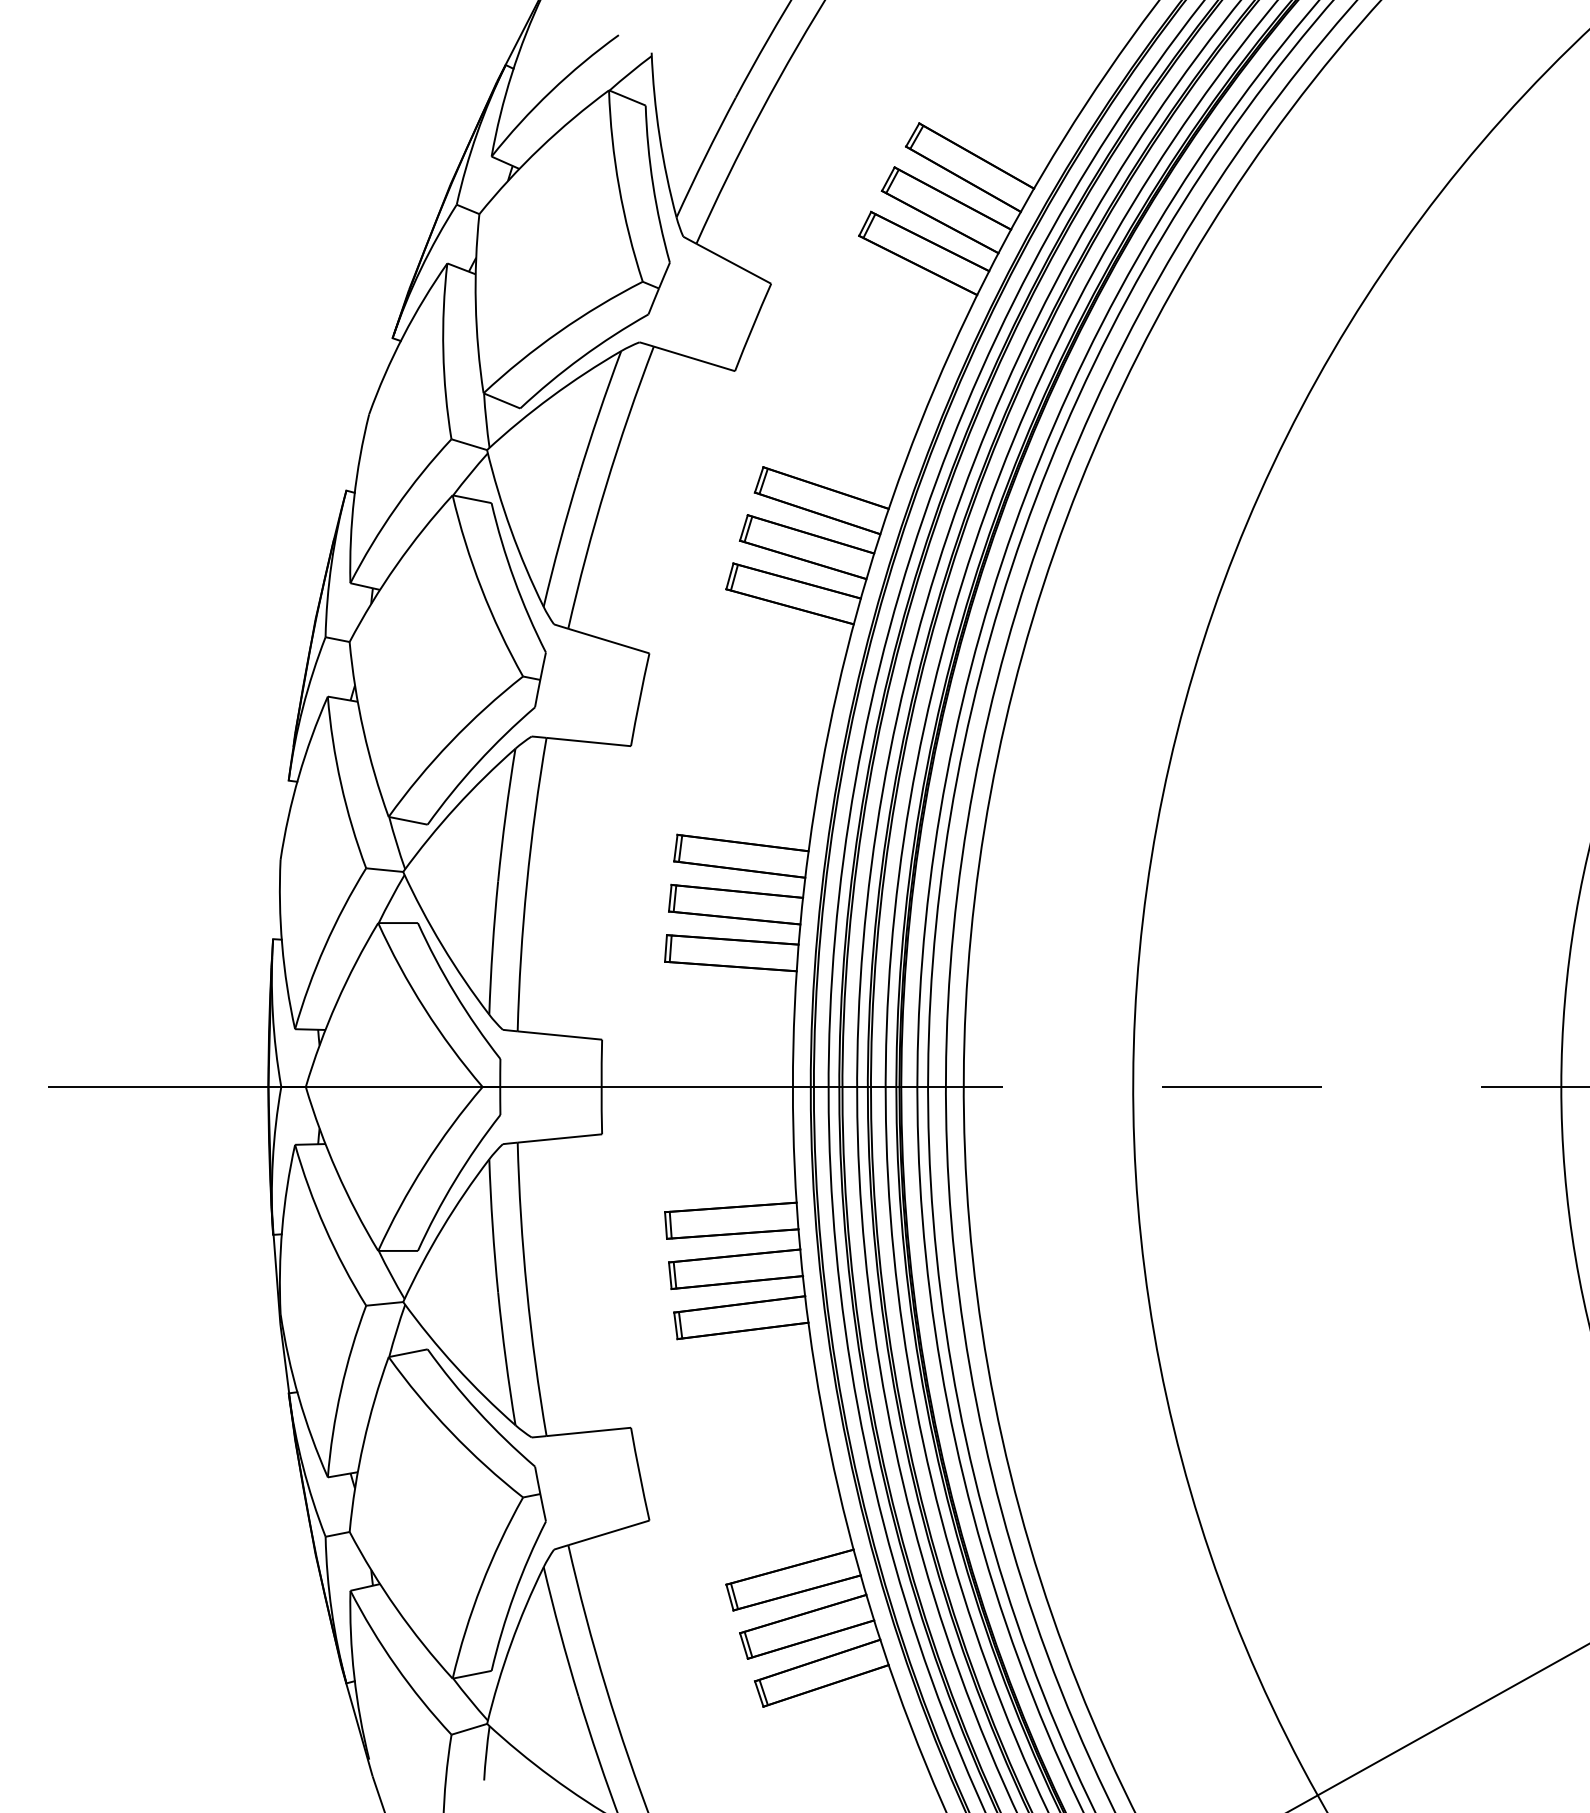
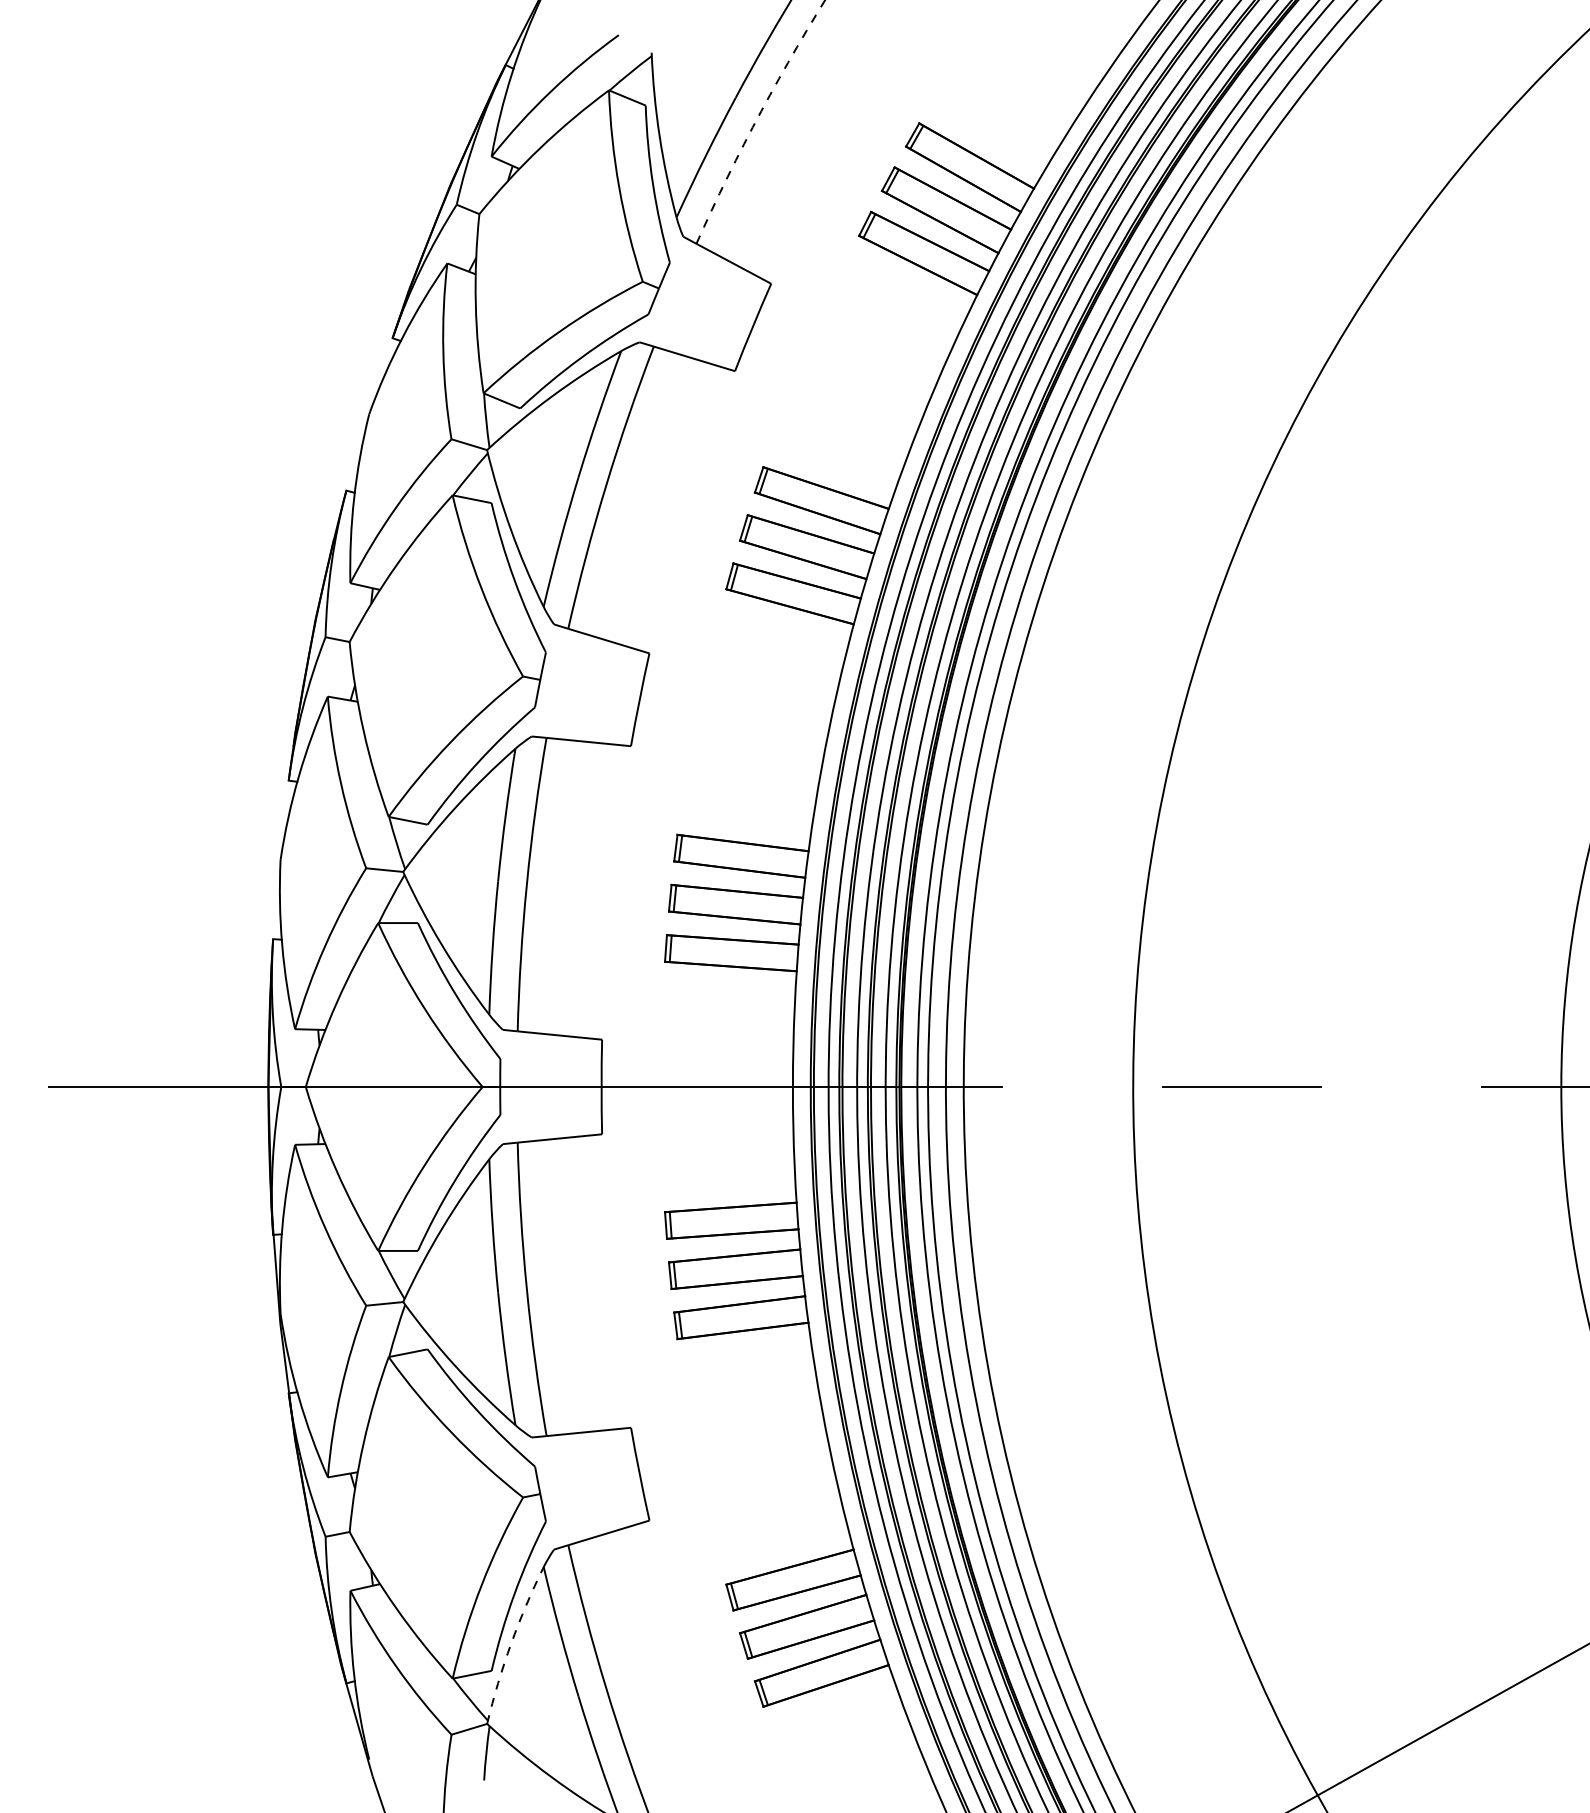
arc at (757, 119): solid -> dashed
arc at (511, 1643): solid -> dashed
